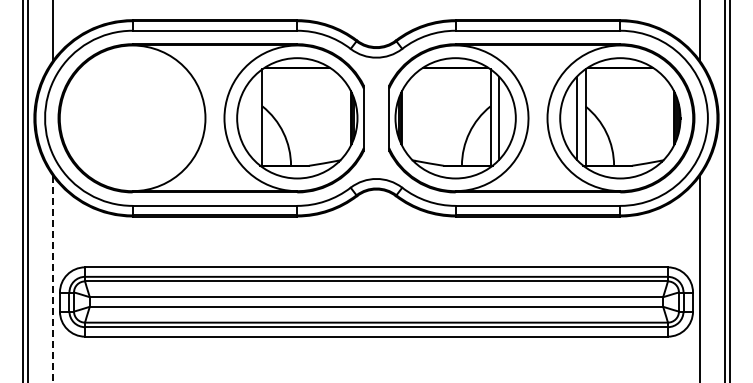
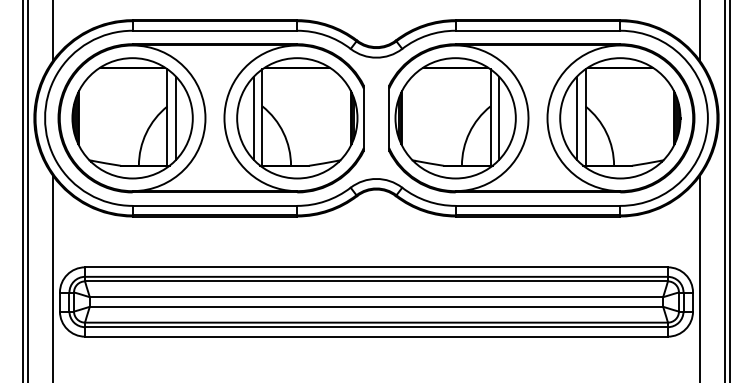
part at (132, 118): none -> present
line at (253, 118): none -> present
line at (53, 280): dashed -> solid
